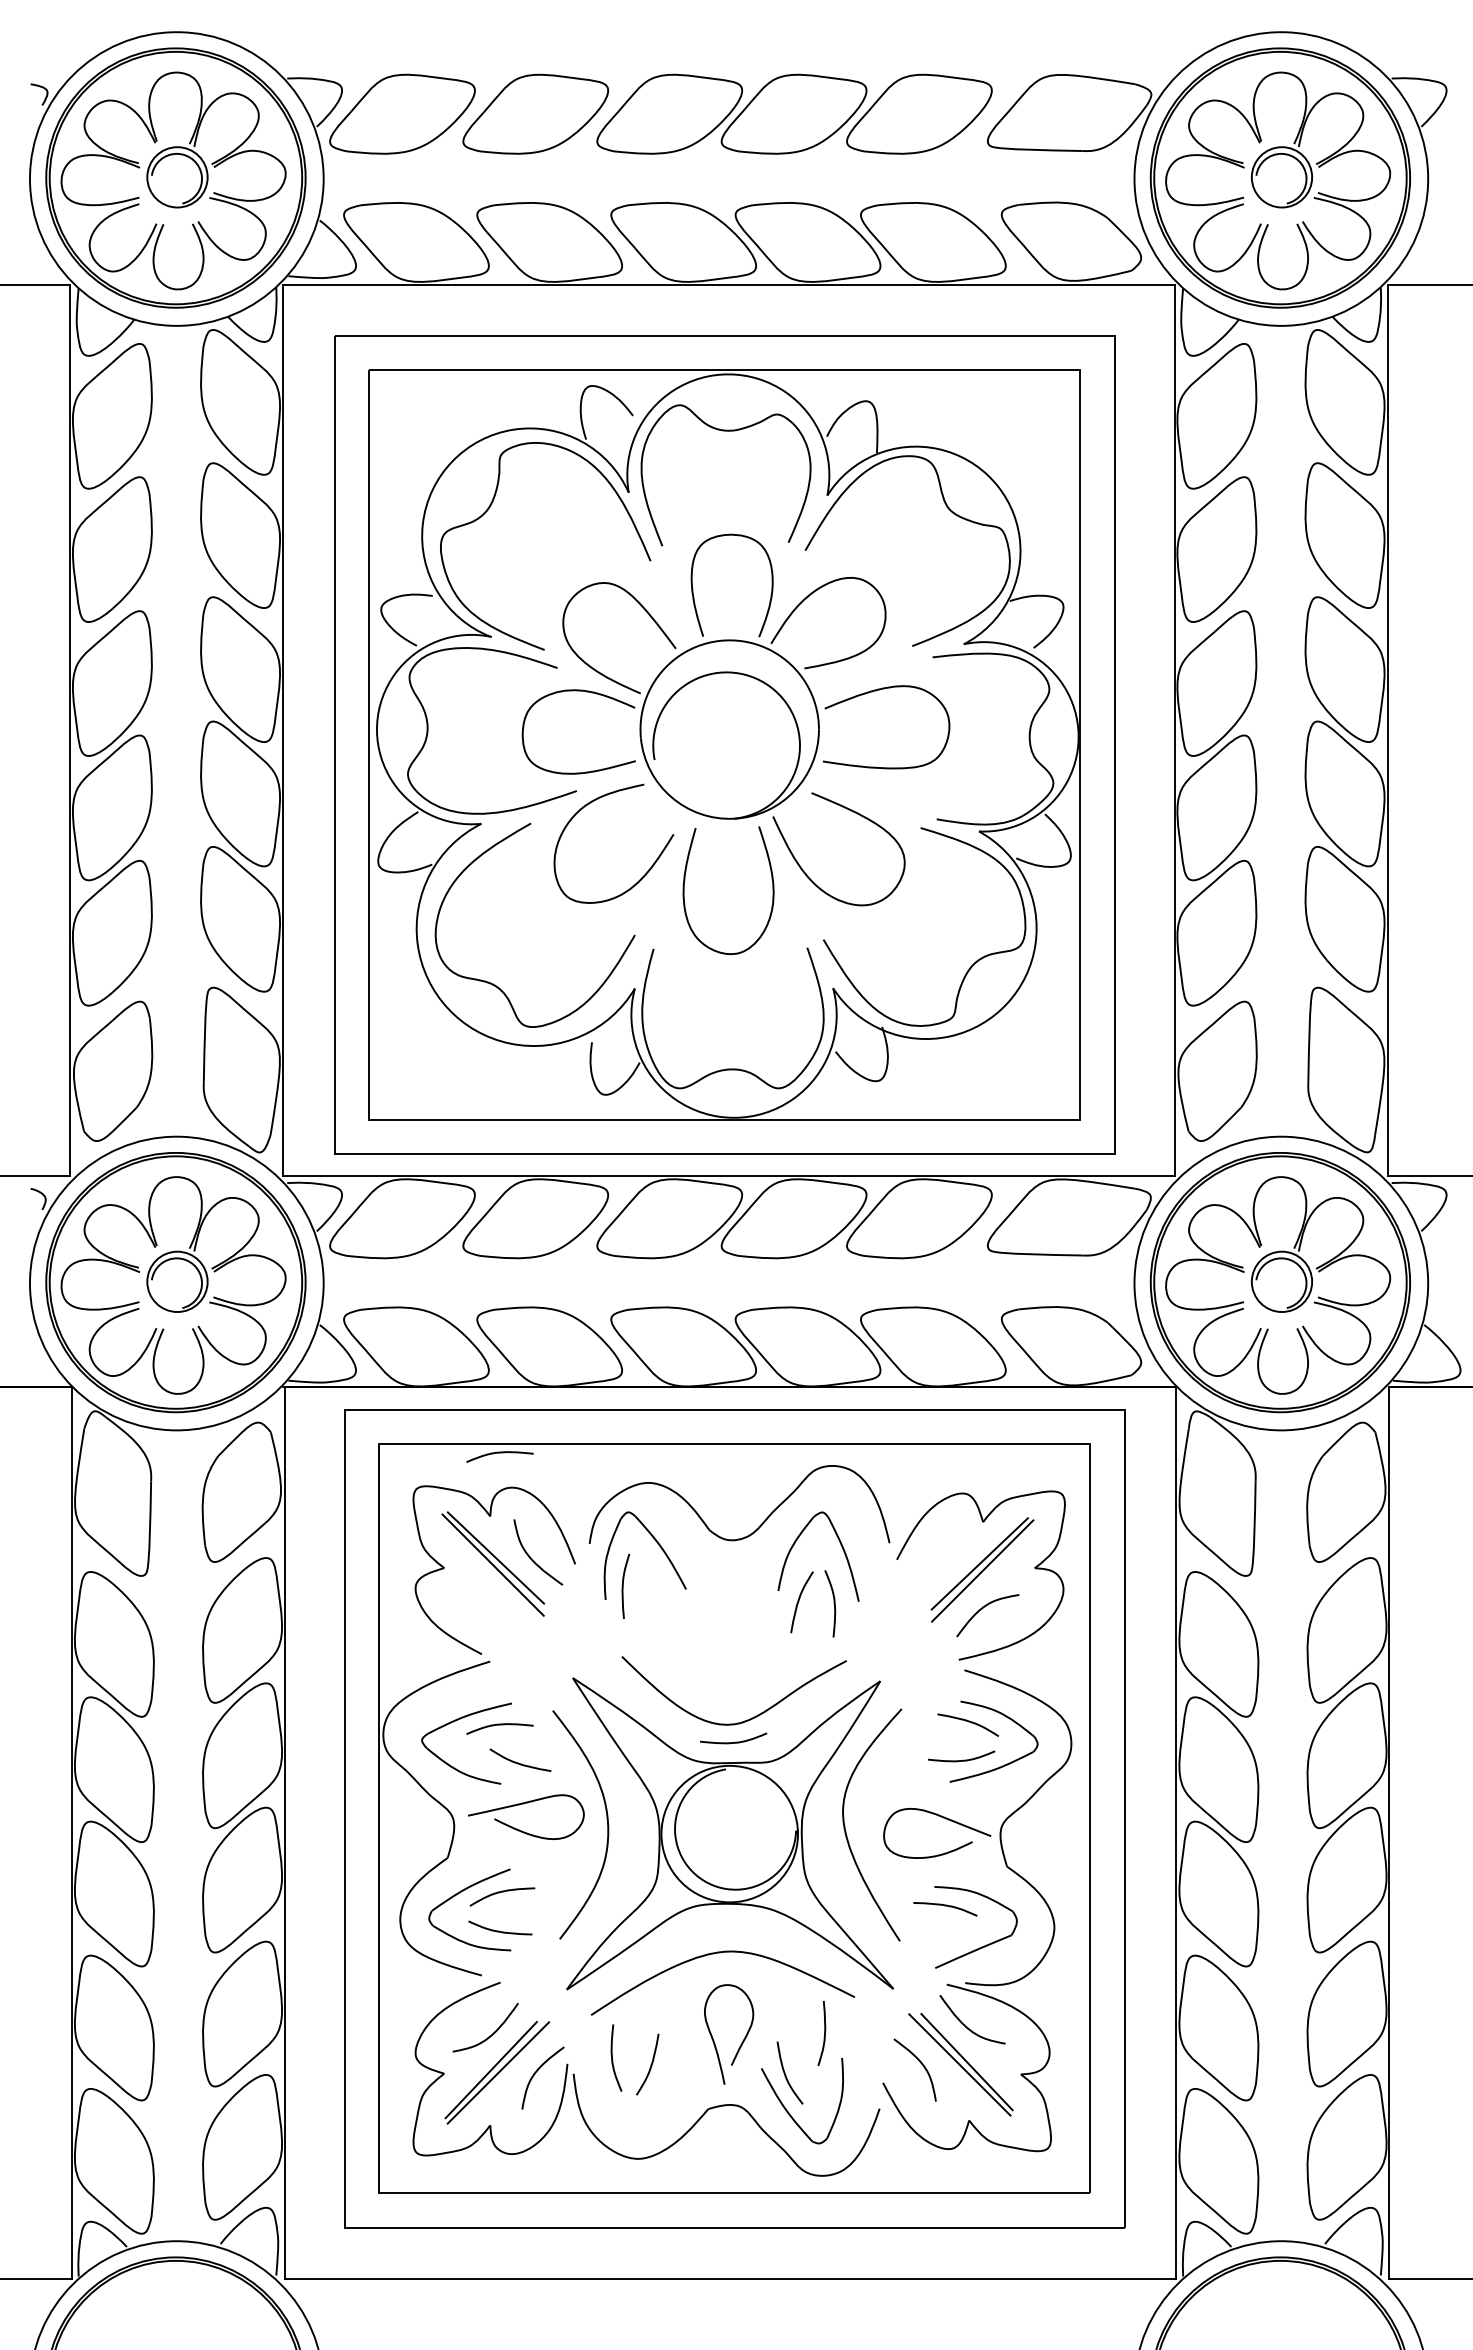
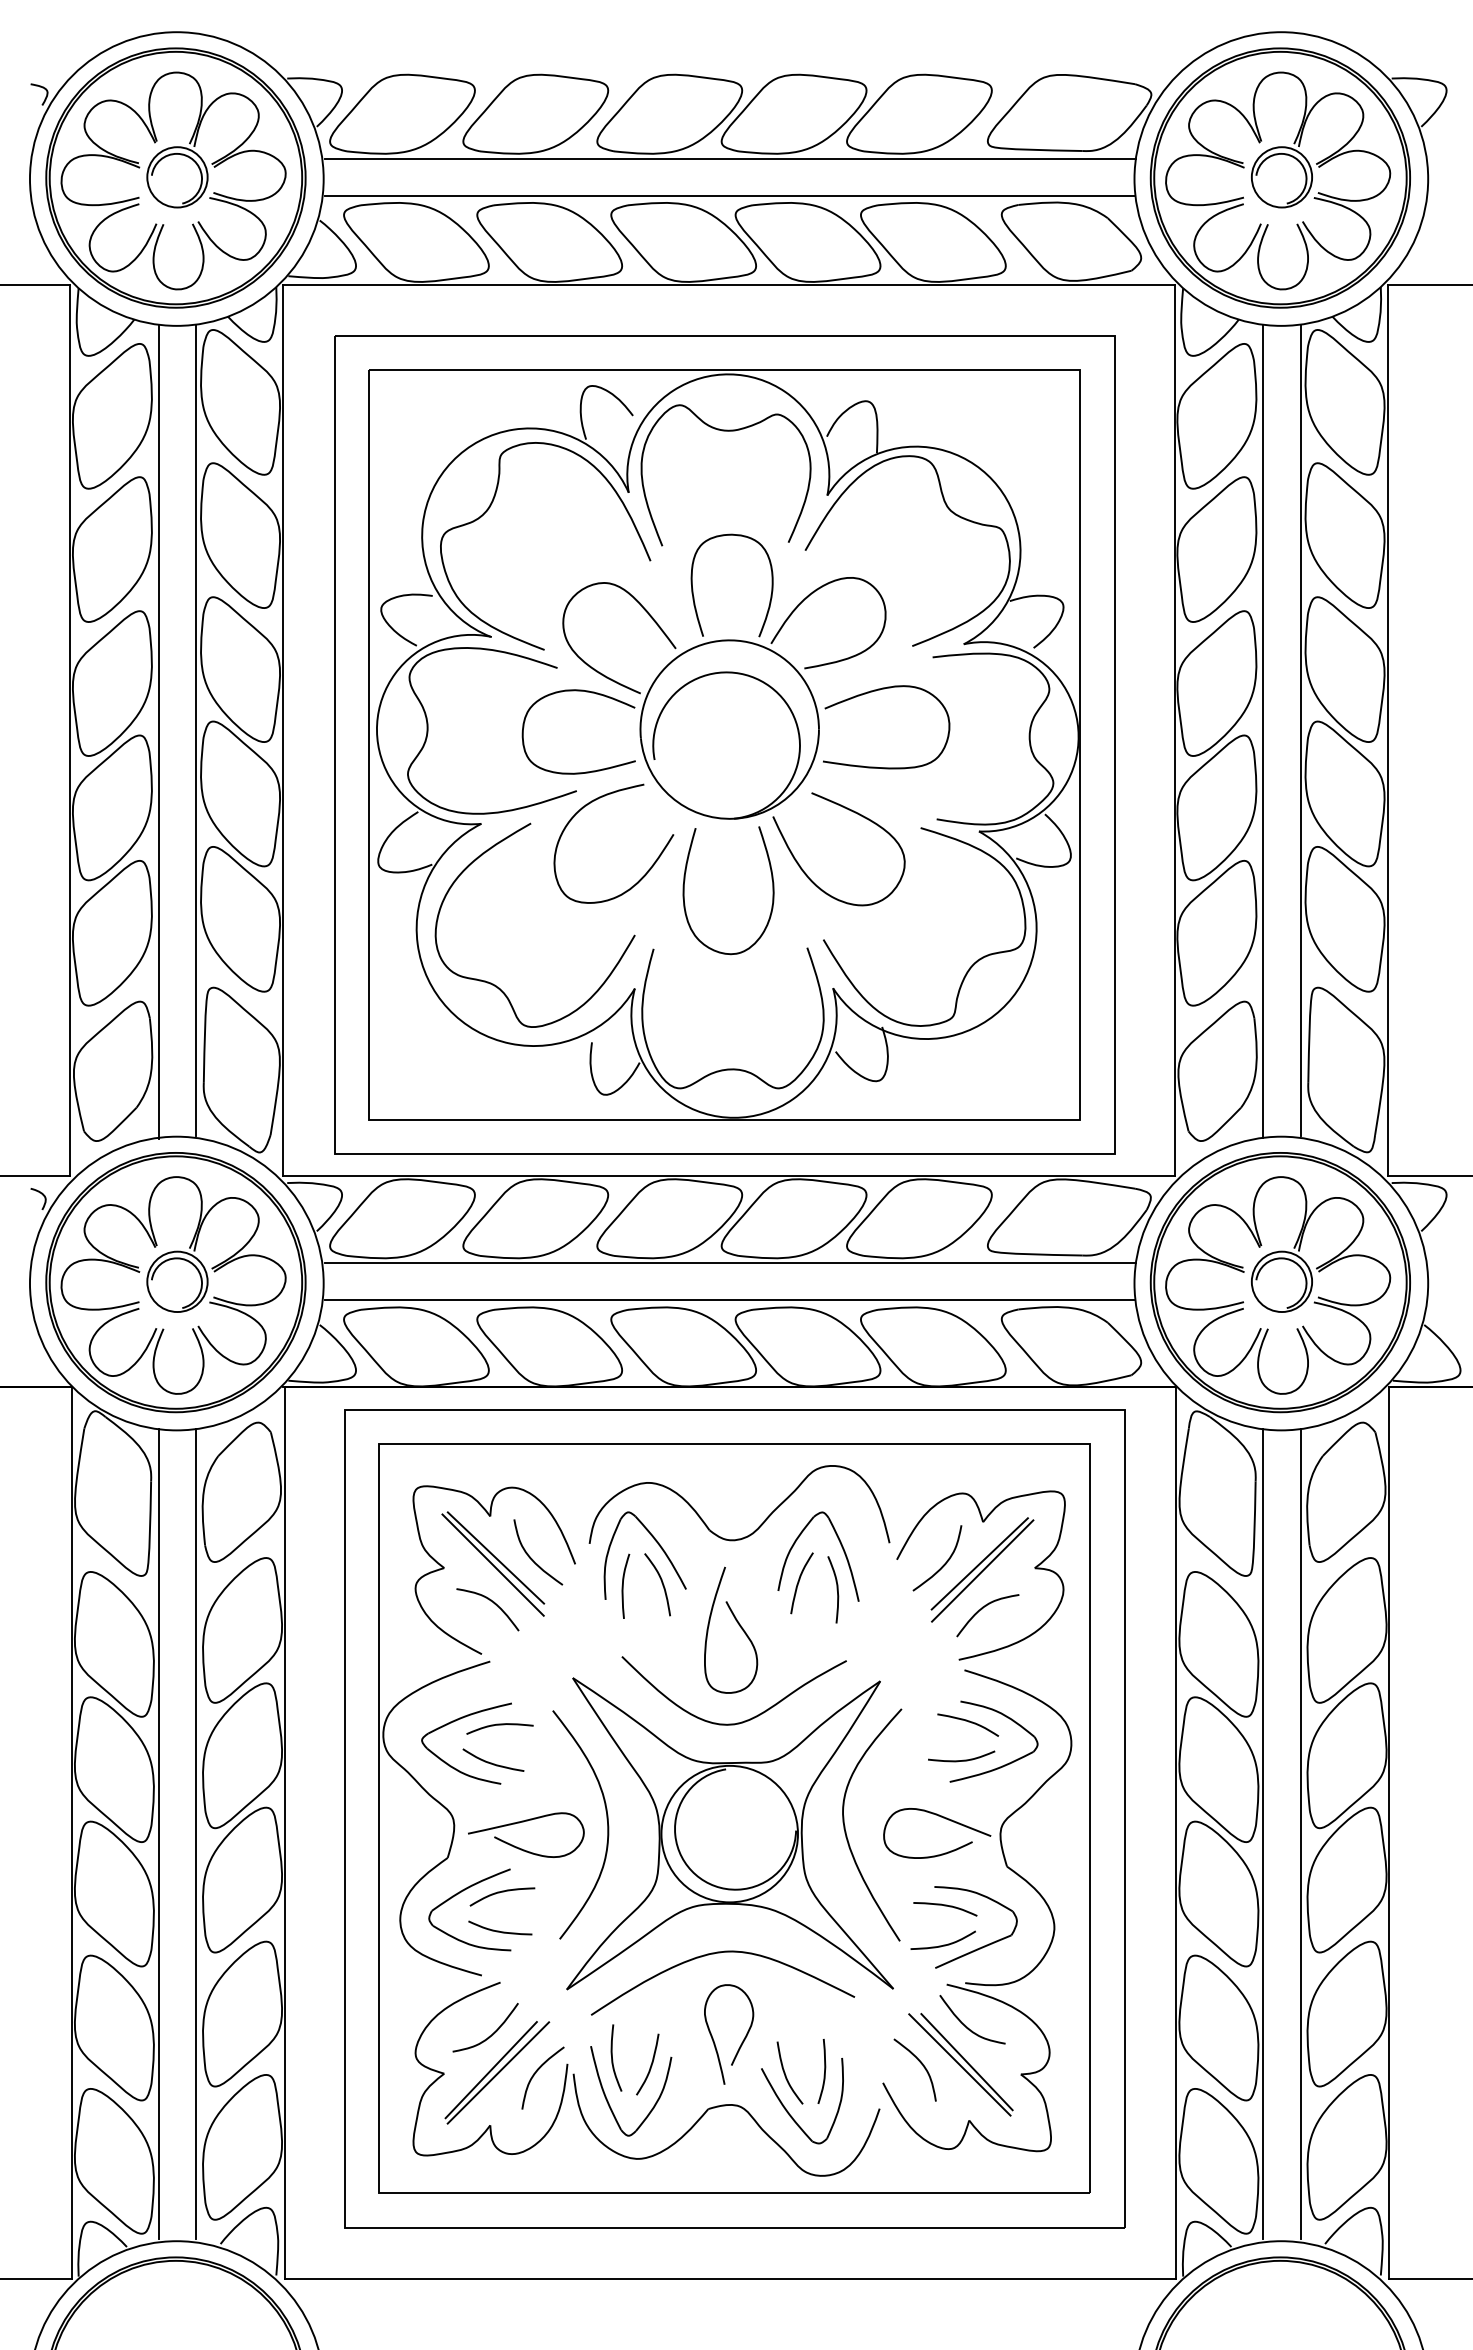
line at (729, 158): none -> present
line at (729, 195): none -> present
line at (196, 730): none -> present
line at (1263, 730): none -> present
line at (1300, 730): none -> present
line at (158, 731): none -> present
line at (729, 1263): none -> present
line at (729, 1300): none -> present
curve at (499, 1453): present -> none
curve at (943, 1564): none -> present
curve at (661, 1583): none -> present
curve at (799, 1601) position: (799, 1601) -> (799, 1582)
curve at (493, 1603): none -> present
curve at (833, 1603) position: (833, 1603) -> (836, 1589)
curve at (737, 1623): none -> present
curve at (735, 1741): present -> none
curve at (518, 1762) position: (518, 1762) -> (491, 1762)
curve at (523, 1804) position: (523, 1804) -> (523, 1822)
line at (196, 1833): none -> present
line at (1300, 1833): none -> present
line at (158, 1834): none -> present
line at (1263, 1834): none -> present
curve at (943, 1944): none -> present
curve at (824, 2033) position: (824, 2033) -> (824, 2071)
part at (608, 2100): none -> present
